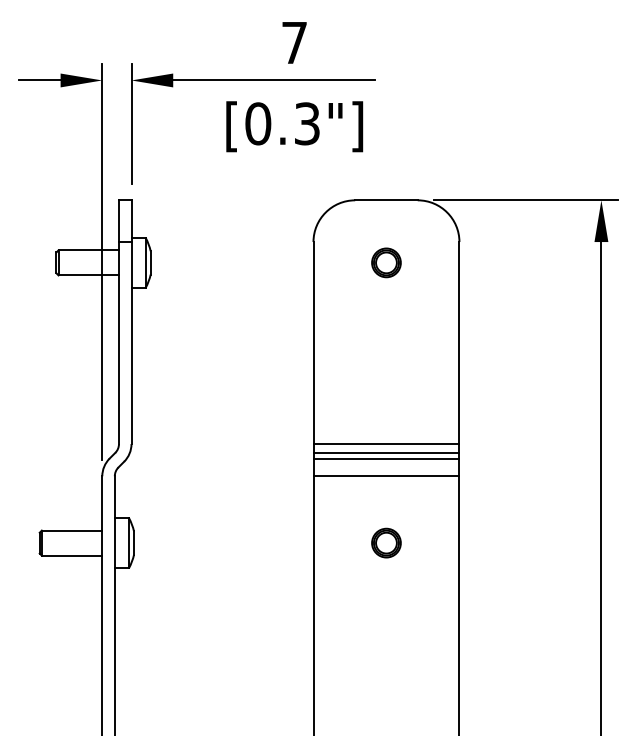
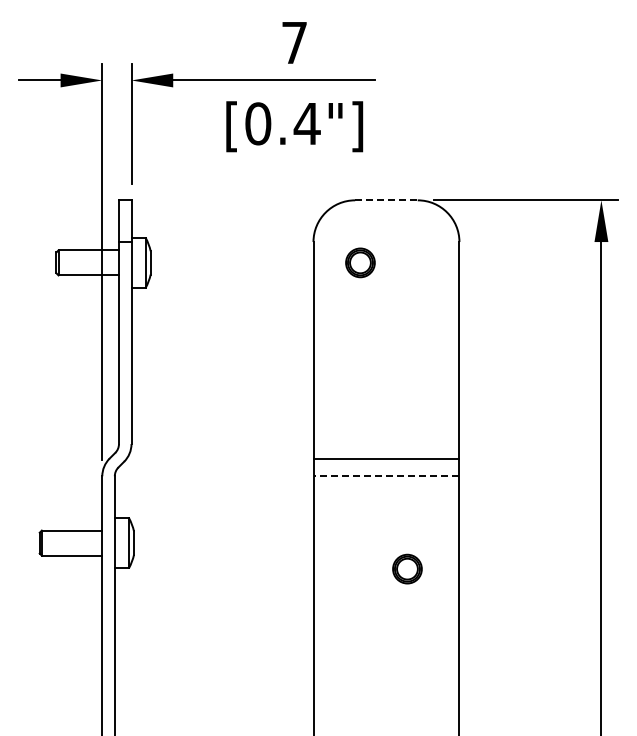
text at (306, 123): [0.3"] -> [0.4"]
line at (386, 200): solid -> dashed
part at (386, 262) position: (386, 262) -> (360, 262)
line at (386, 444): present -> none
line at (386, 452): present -> none
line at (386, 476): solid -> dashed
part at (386, 542) position: (386, 542) -> (407, 568)
